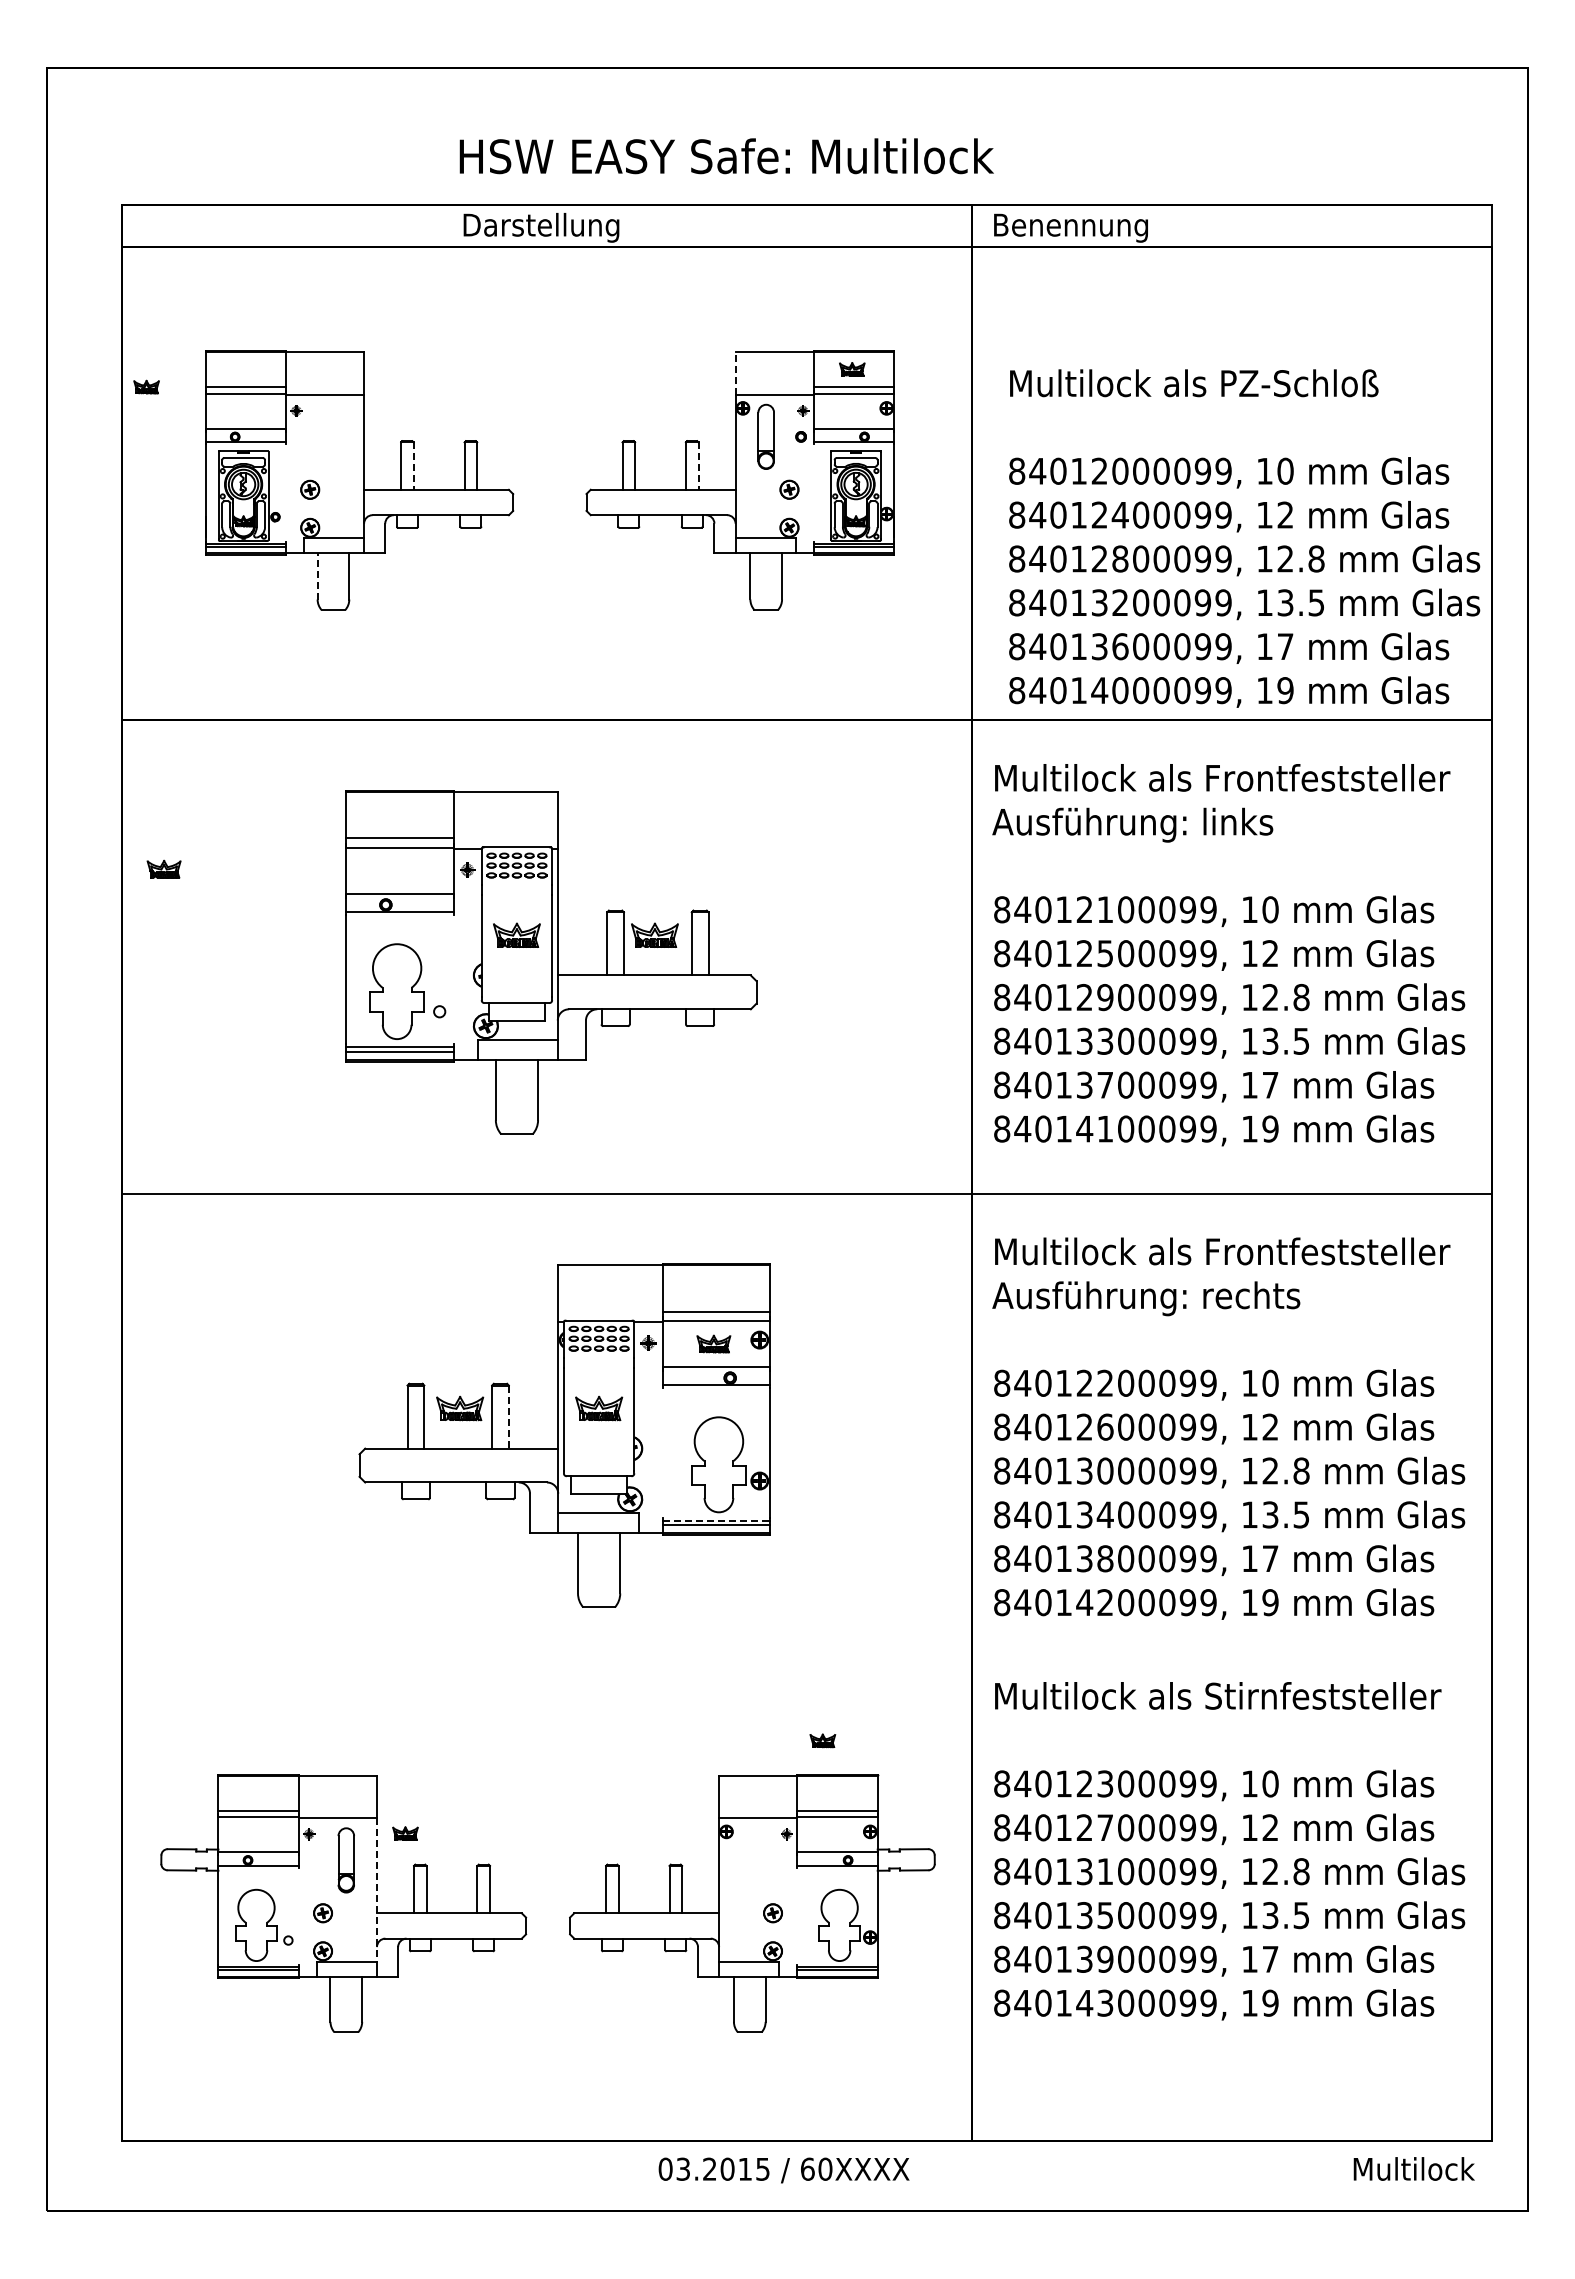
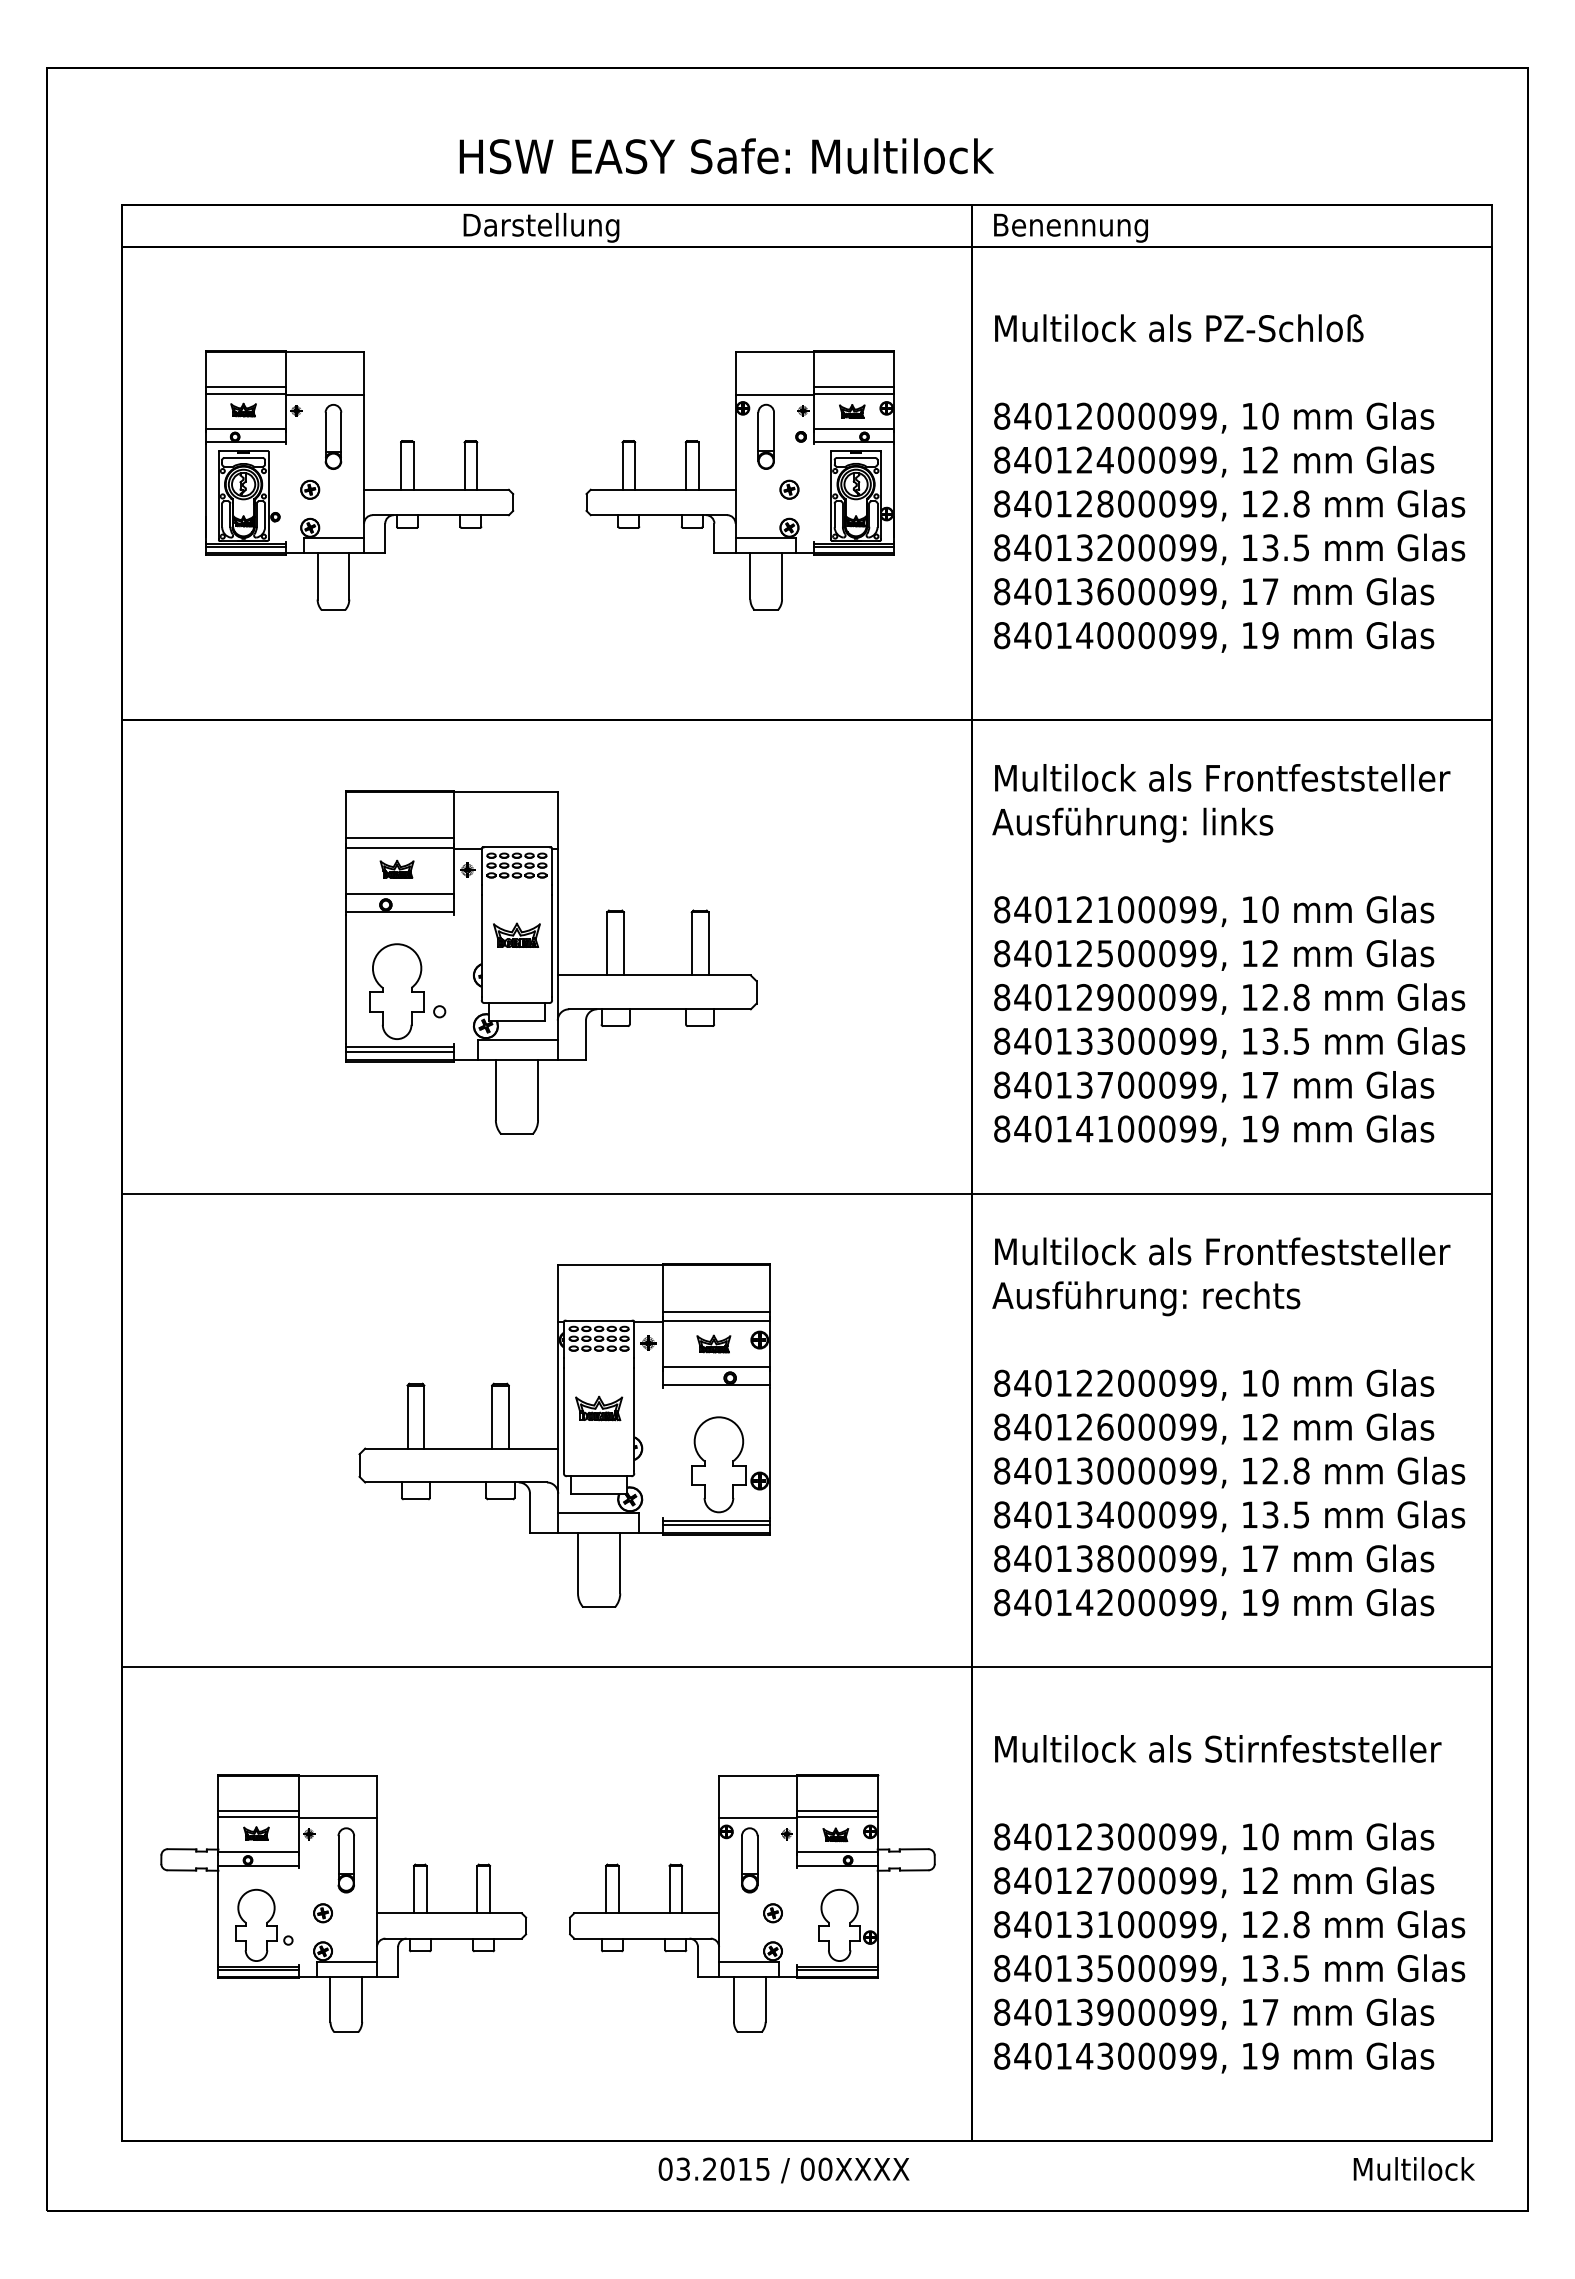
part at (852, 369) position: (852, 369) -> (852, 411)
line at (735, 373): dashed -> solid
part at (146, 386) position: (146, 386) -> (243, 409)
part at (333, 436): none -> present
line at (413, 466): dashed -> solid
line at (698, 466): dashed -> solid
text at (1244, 538) position: (1244, 538) -> (1229, 483)
line at (317, 575): dashed -> solid
part at (163, 868) position: (163, 868) -> (396, 868)
part at (654, 934): present -> none
part at (460, 1408): present -> none
line at (508, 1417): dashed -> solid
line at (716, 1520): dashed -> solid
line at (806, 1667): none -> present
part at (822, 1740) position: (822, 1740) -> (835, 1834)
part at (405, 1833) position: (405, 1833) -> (256, 1833)
text at (1229, 1851) position: (1229, 1851) -> (1229, 1904)
part at (749, 1860): none -> present
line at (376, 1890): dashed -> solid
text at (807, 2168): 60XXXX -> 00XXXX
